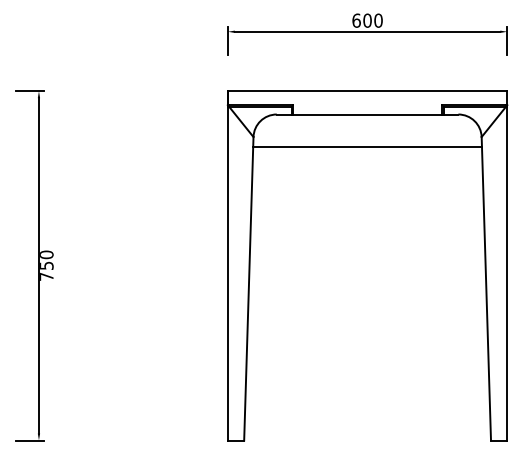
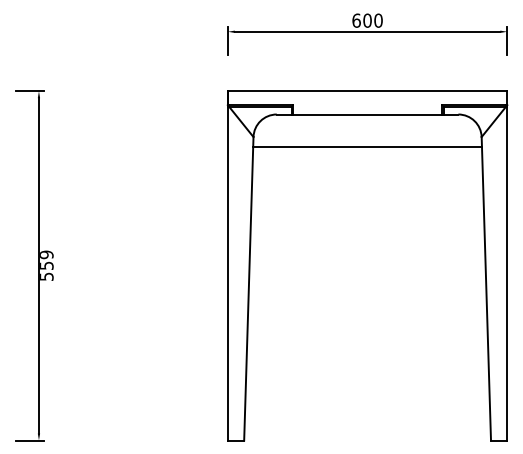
text at (46, 265): 750 -> 559
